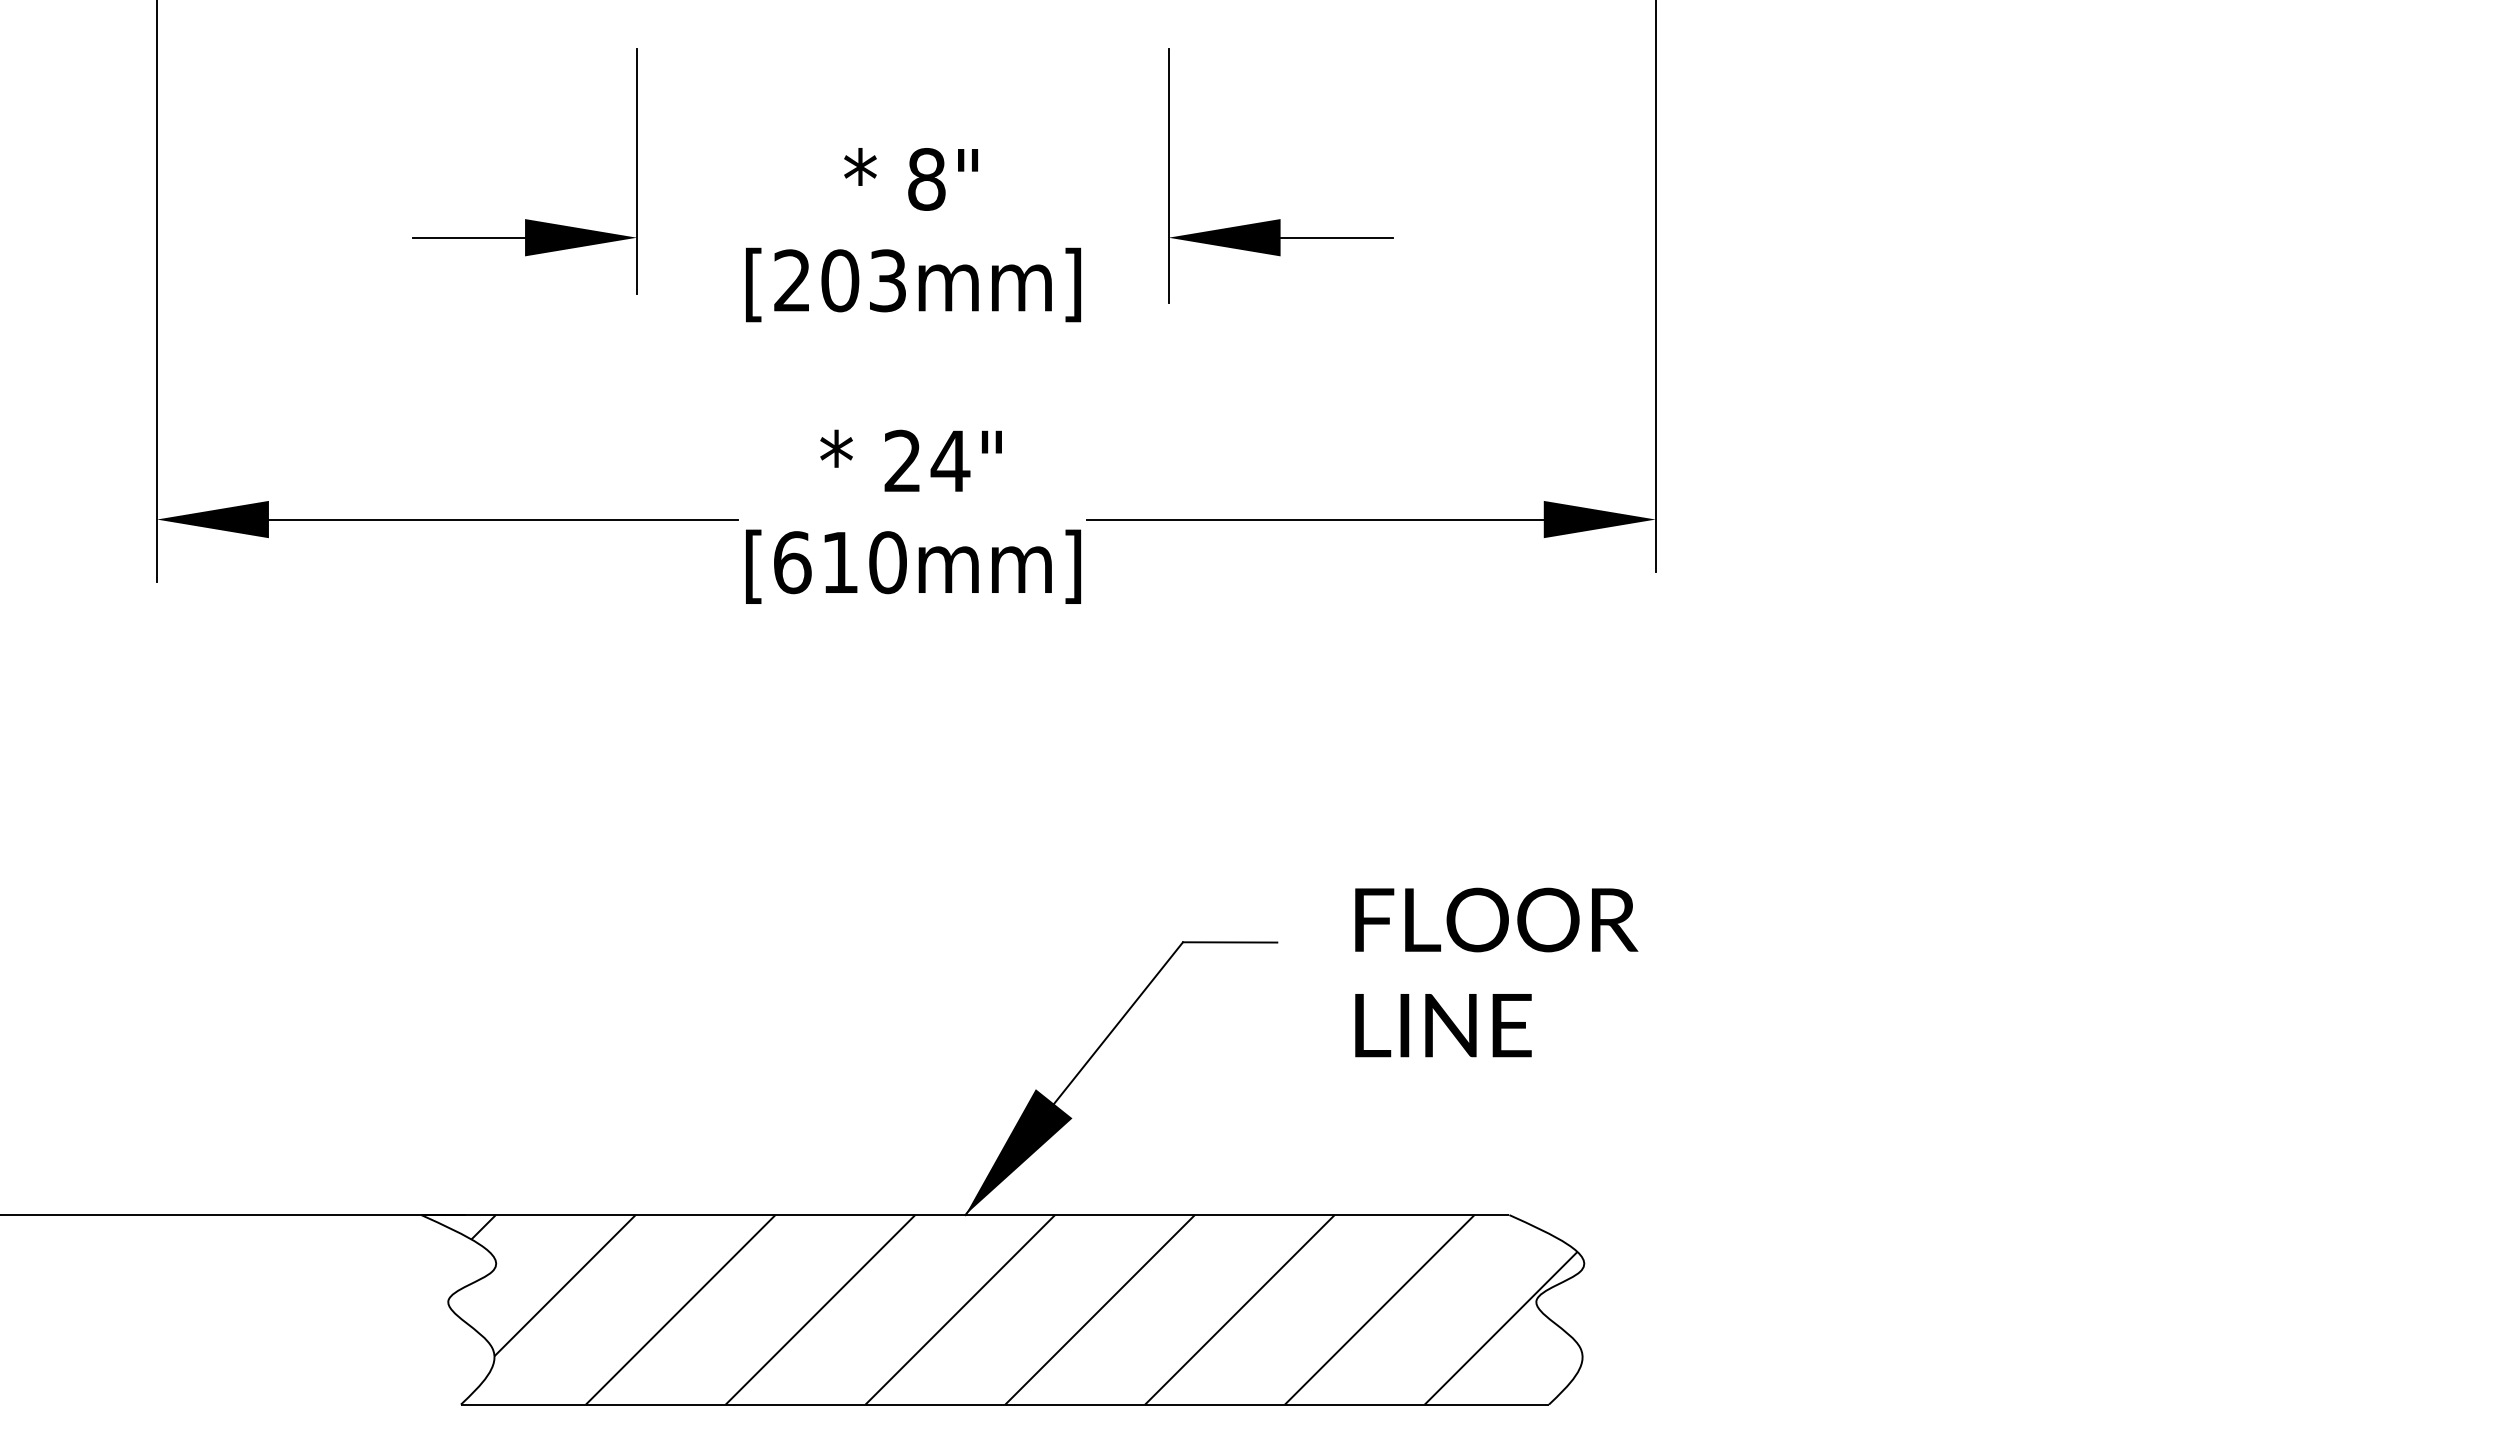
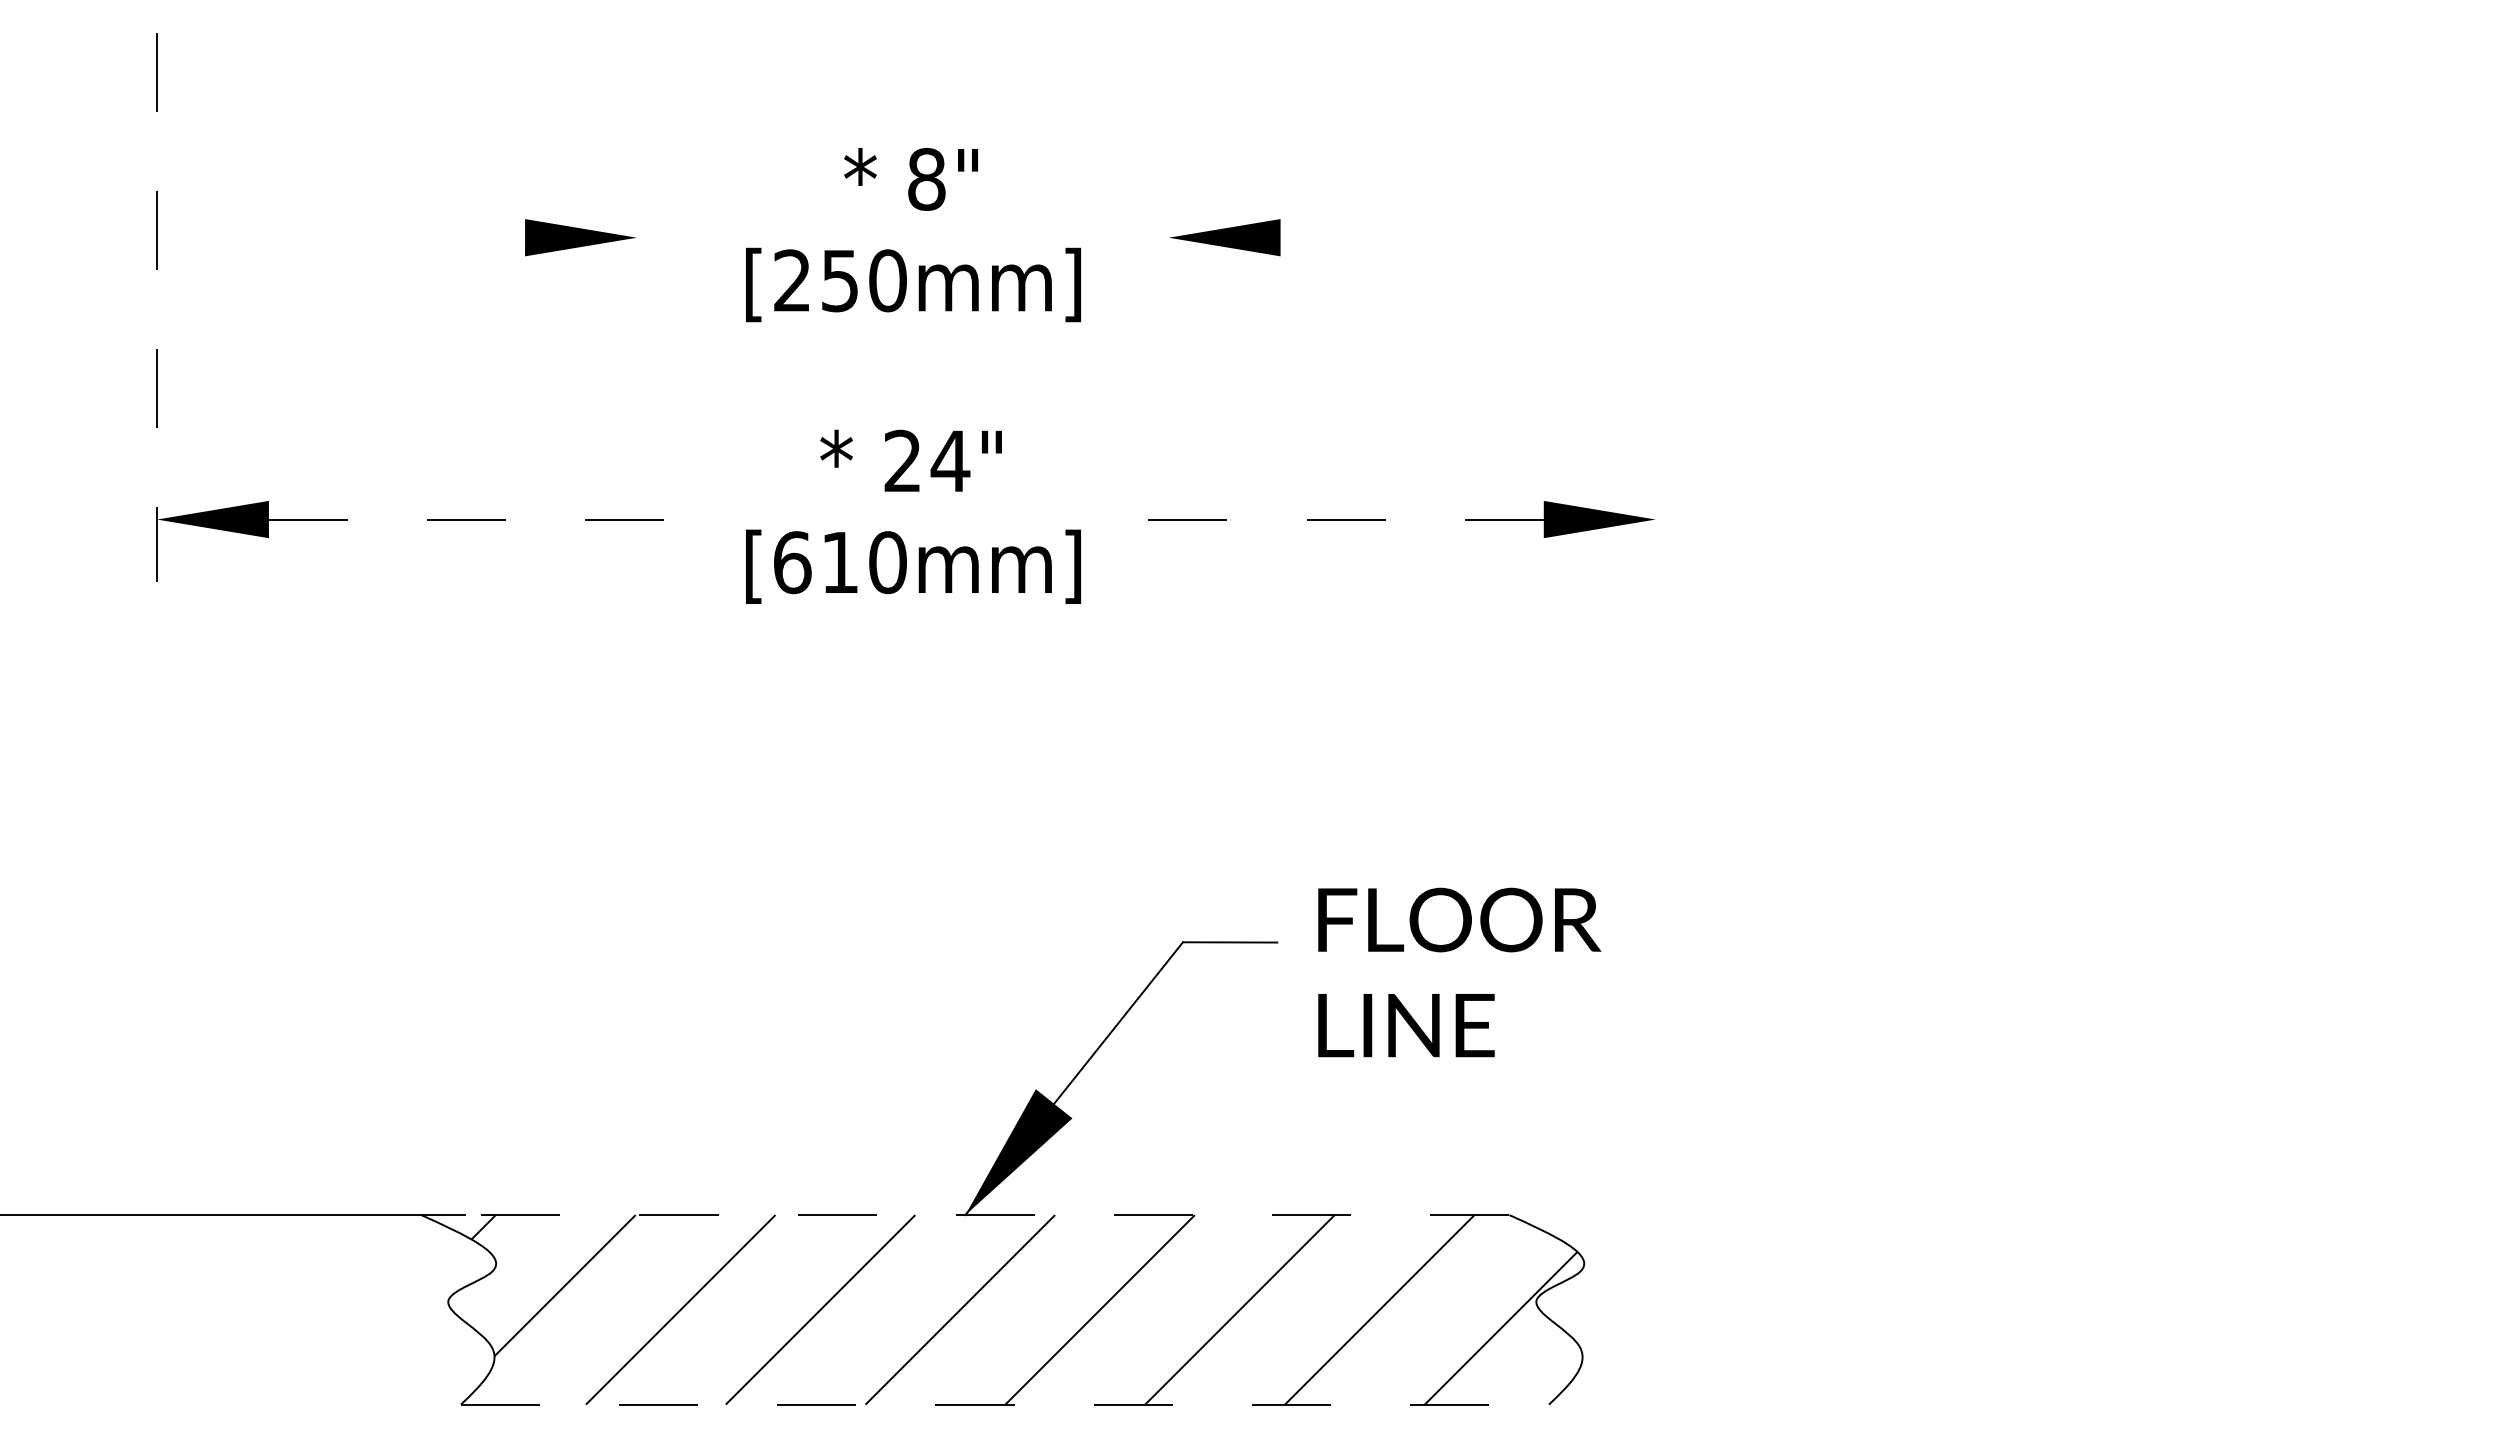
line at (636, 171): present -> none
line at (1168, 176): present -> none
line at (469, 237): present -> none
line at (1336, 237): present -> none
text at (863, 280): [203mm] -> [250mm]
line at (1655, 287): present -> none
line at (157, 291): solid -> dashed
line at (503, 519): solid -> dashed
line at (1314, 519): solid -> dashed
text at (1496, 972) position: (1496, 972) -> (1459, 972)
line at (964, 1215): solid -> dashed
line at (1005, 1404): solid -> dashed
